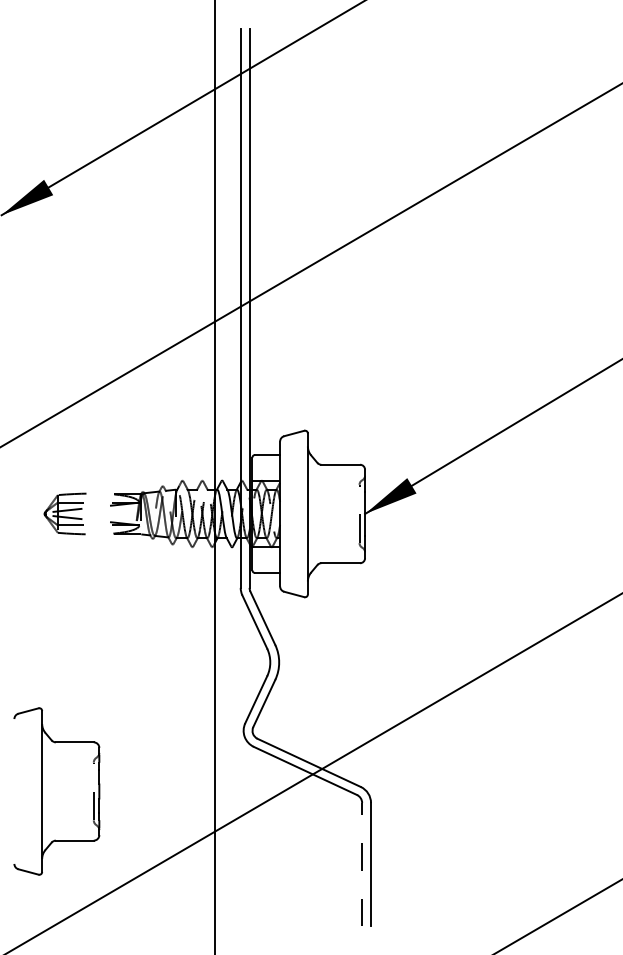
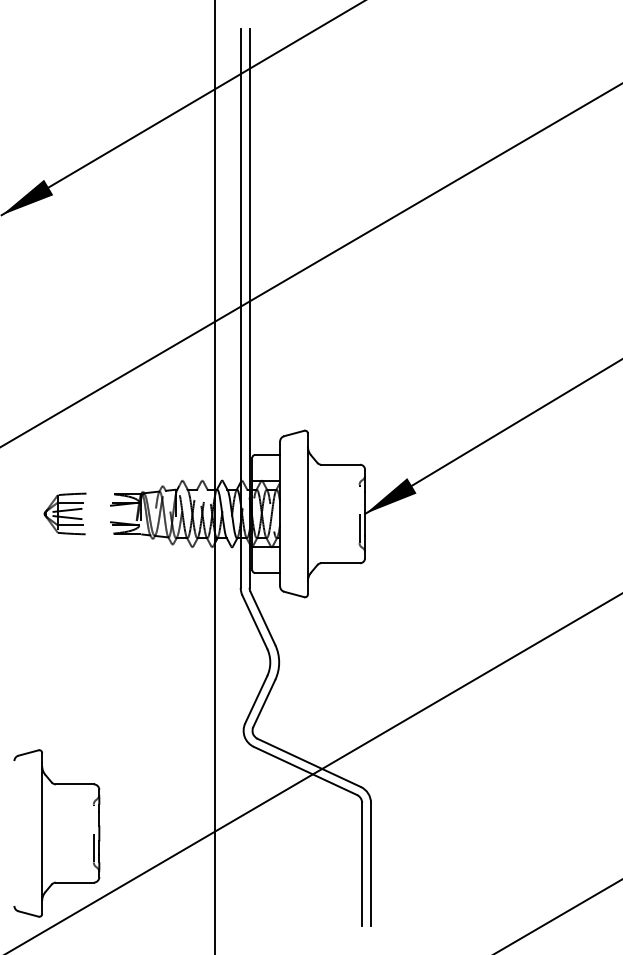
part at (56, 791) position: (56, 791) -> (56, 833)
line at (362, 864): dashed -> solid
